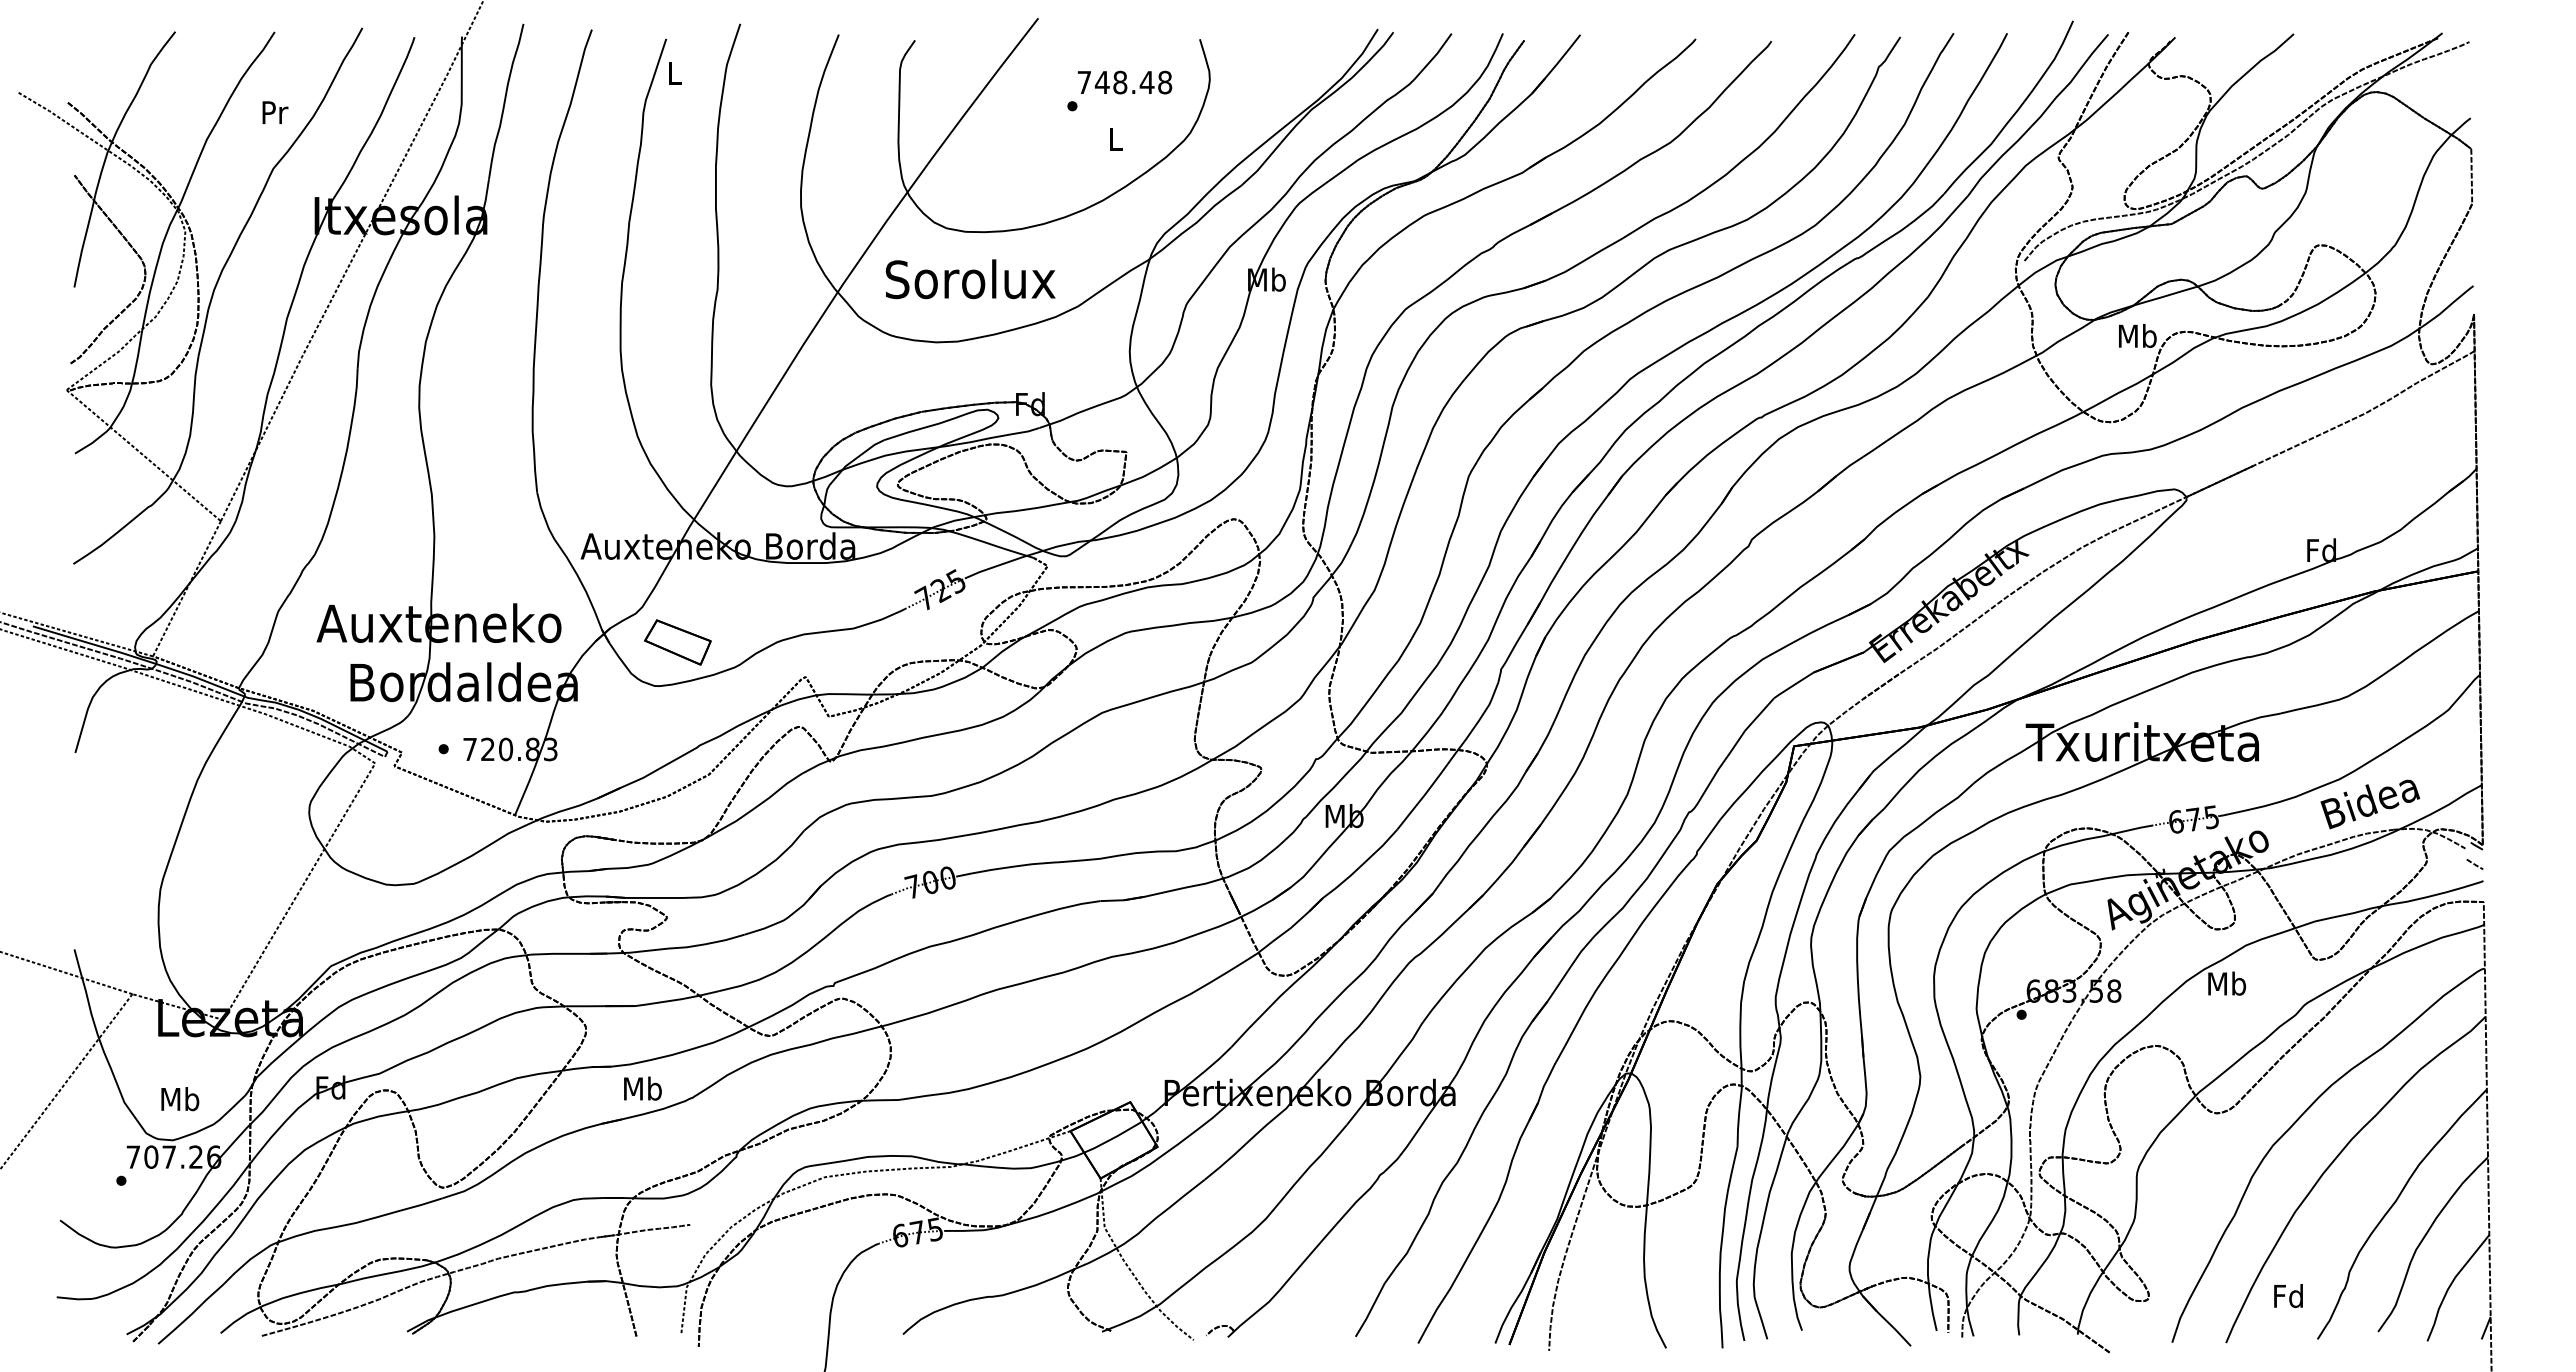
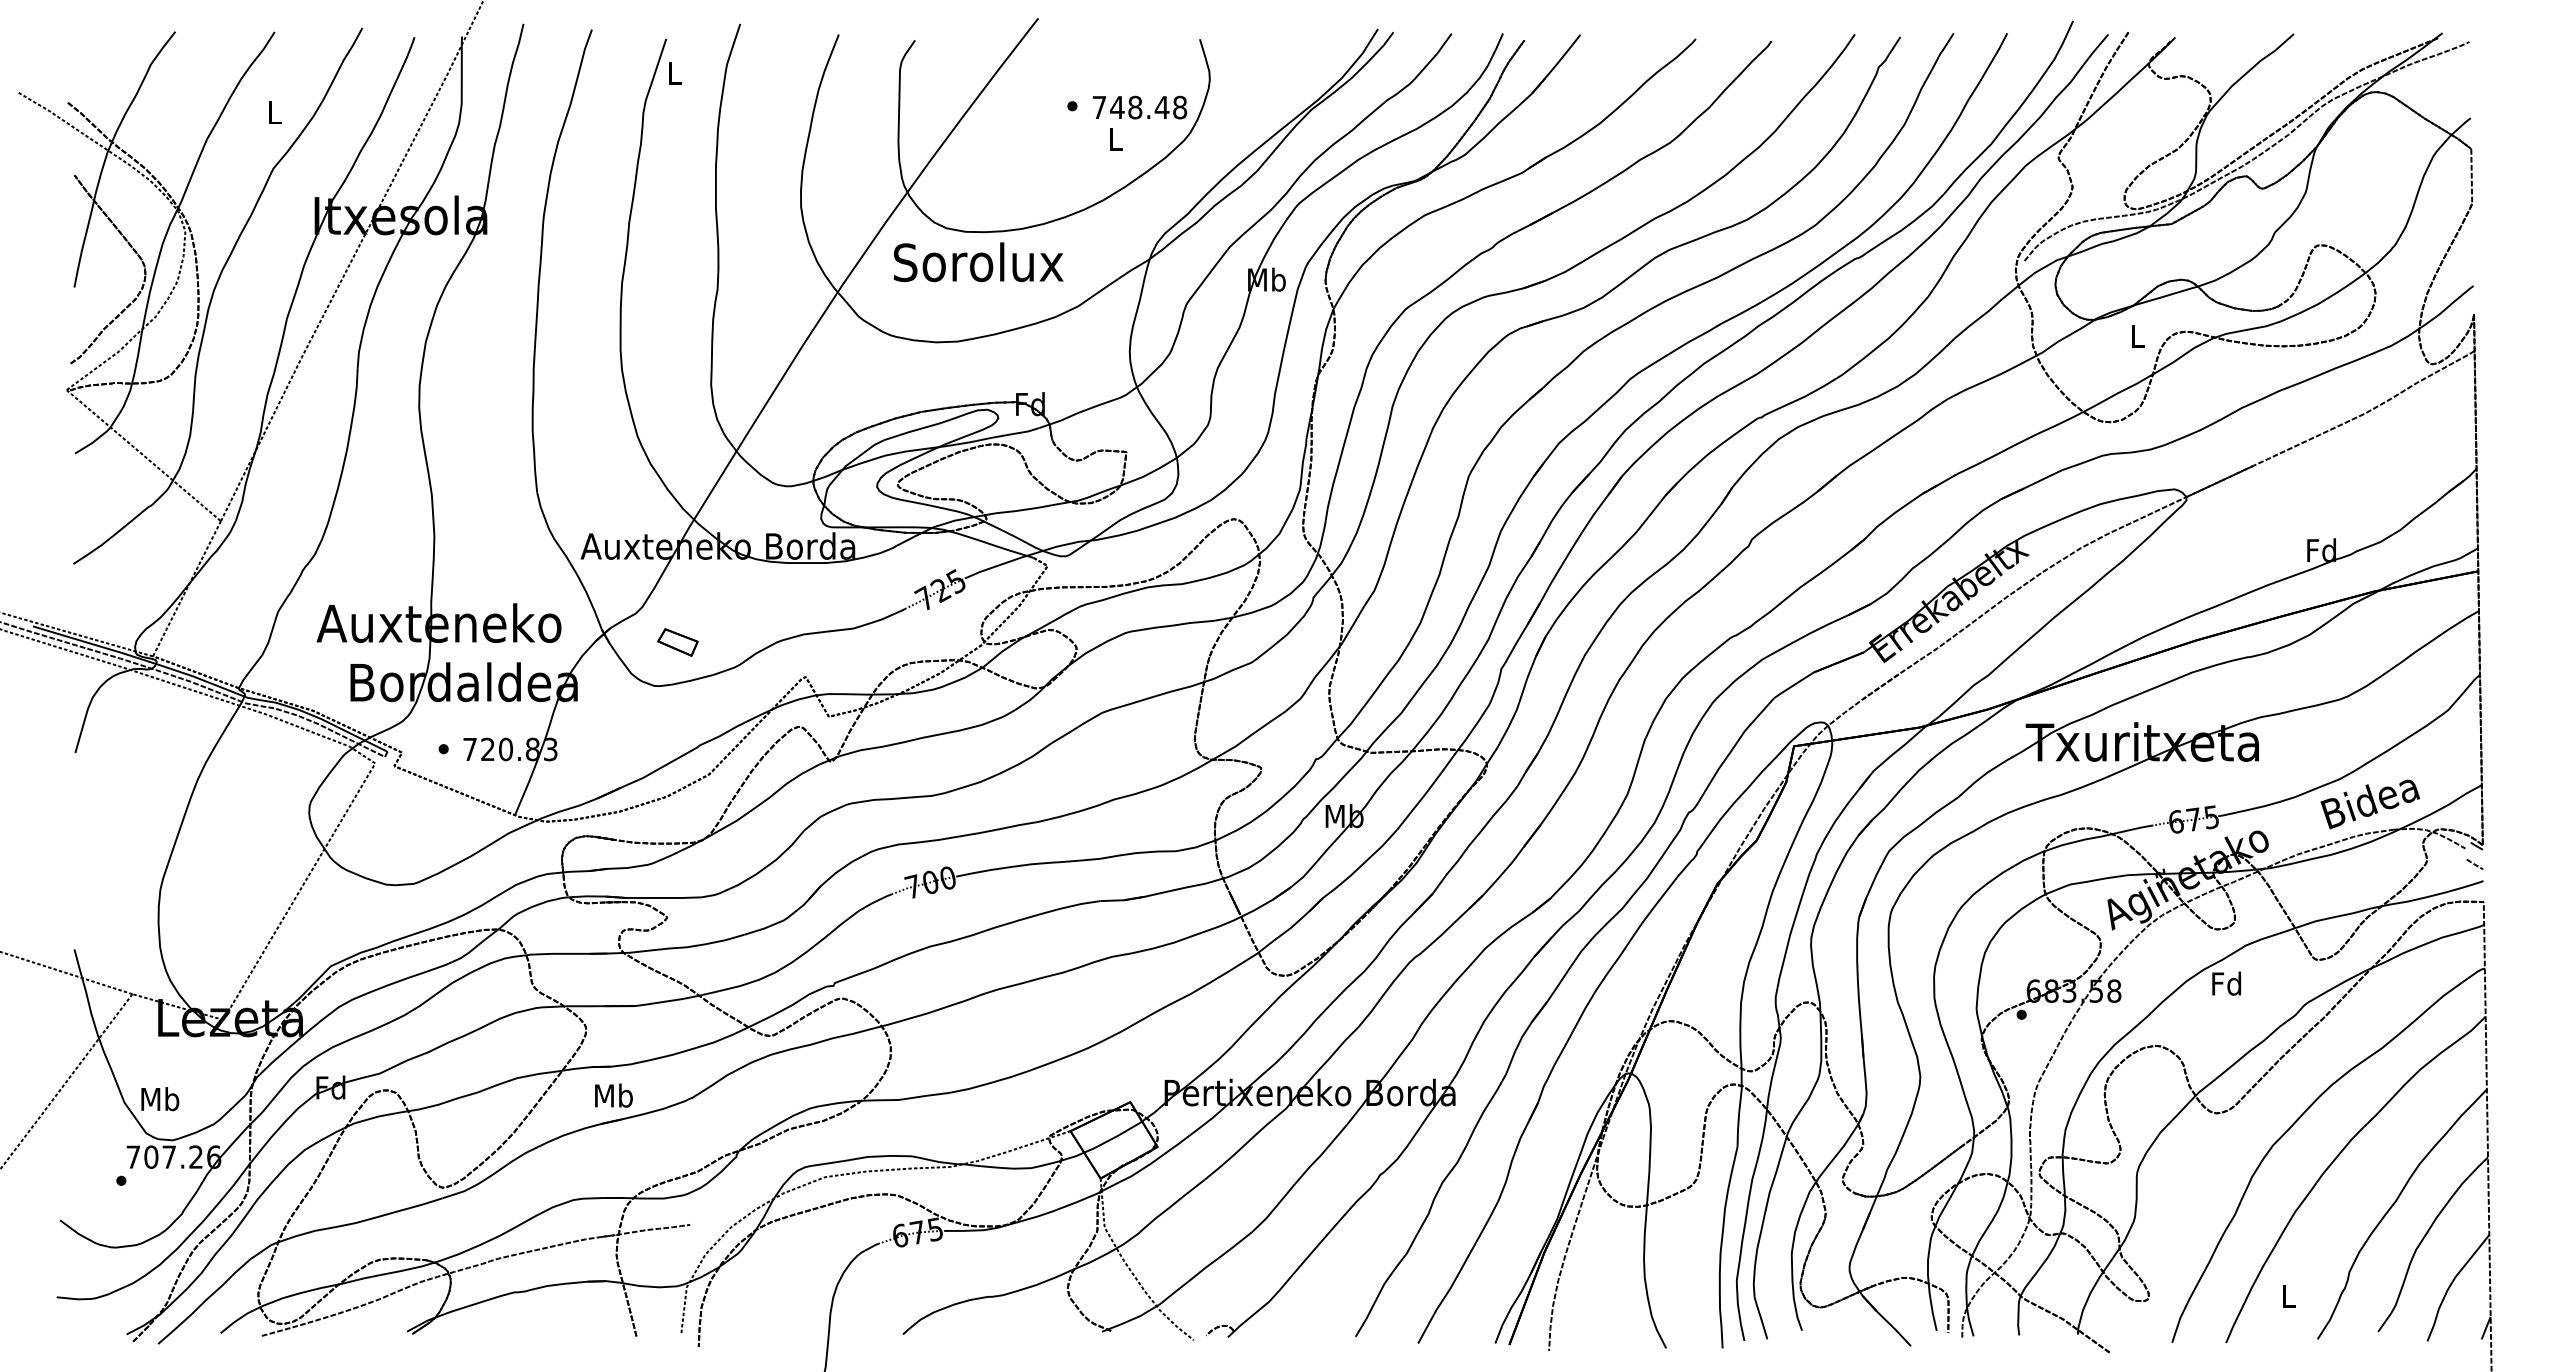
text at (1124, 82) position: (1124, 82) -> (1139, 107)
text at (275, 112): Pr -> L
text at (970, 279) position: (970, 279) -> (978, 262)
text at (2137, 336): Mb -> L
part at (677, 642) size: 68x47 px -> 42x29 px
text at (2227, 983): Mb -> Fd
text at (642, 1088) position: (642, 1088) -> (613, 1095)
text at (180, 1099) position: (180, 1099) -> (160, 1099)
text at (2288, 1296): Fd -> L
